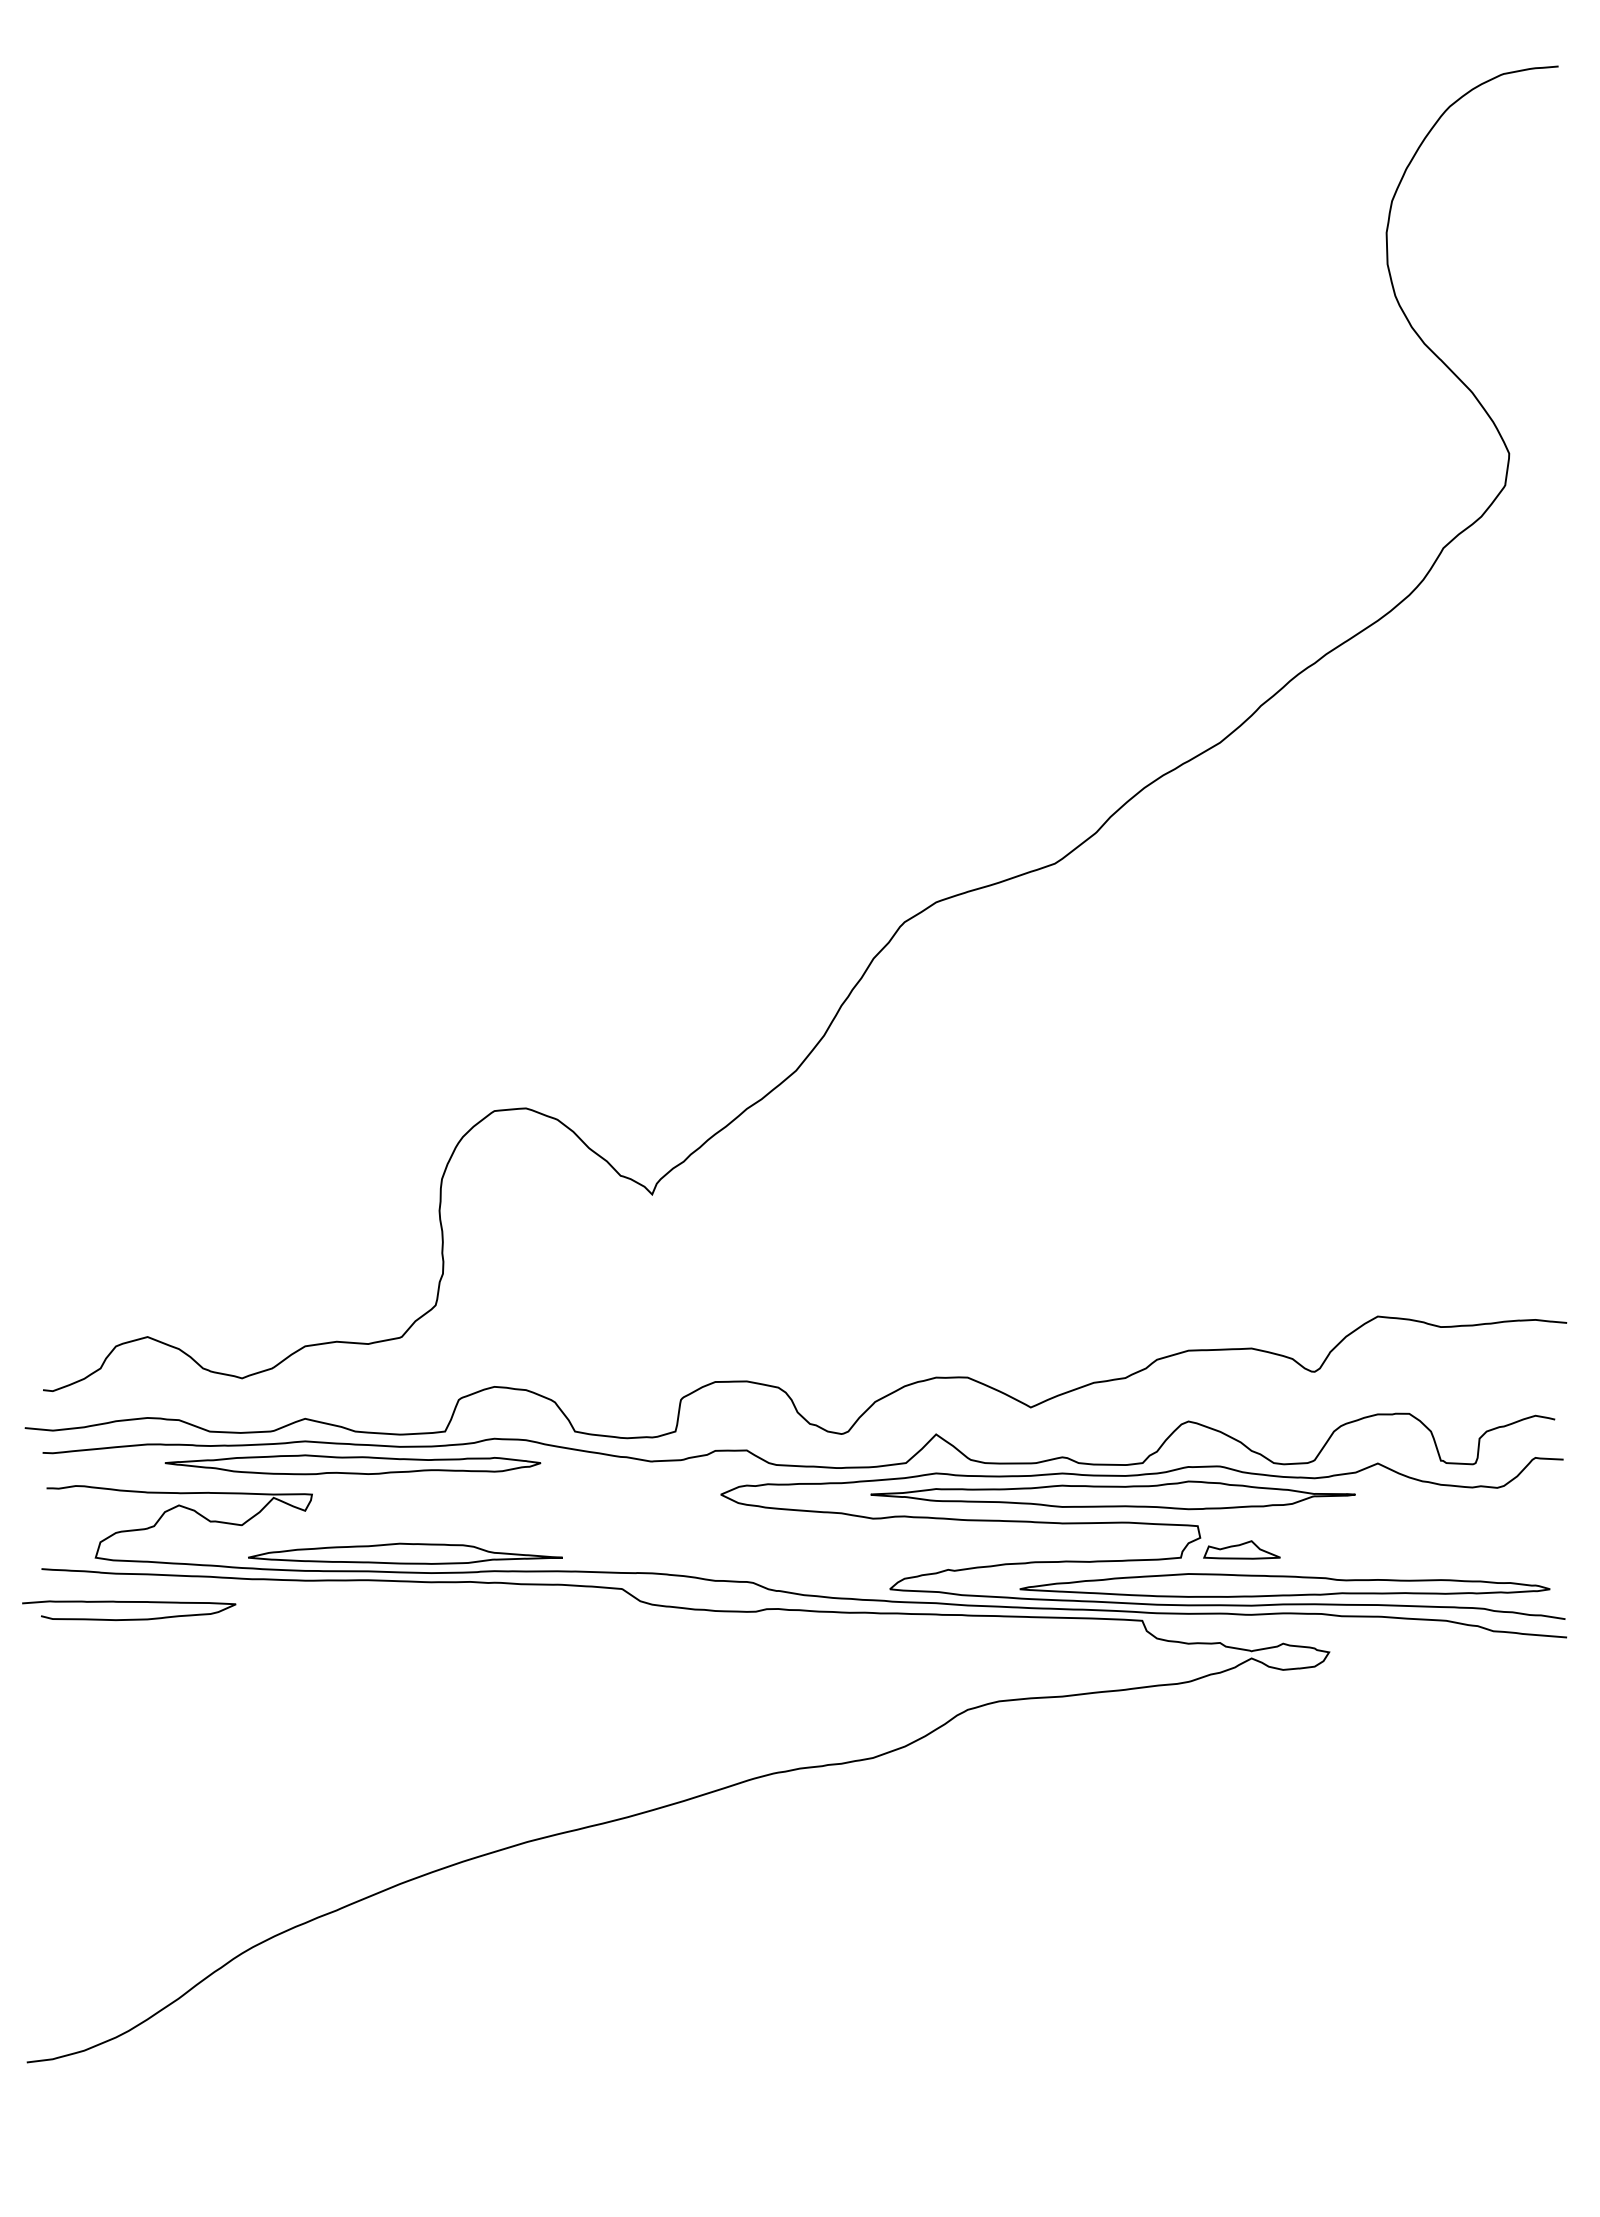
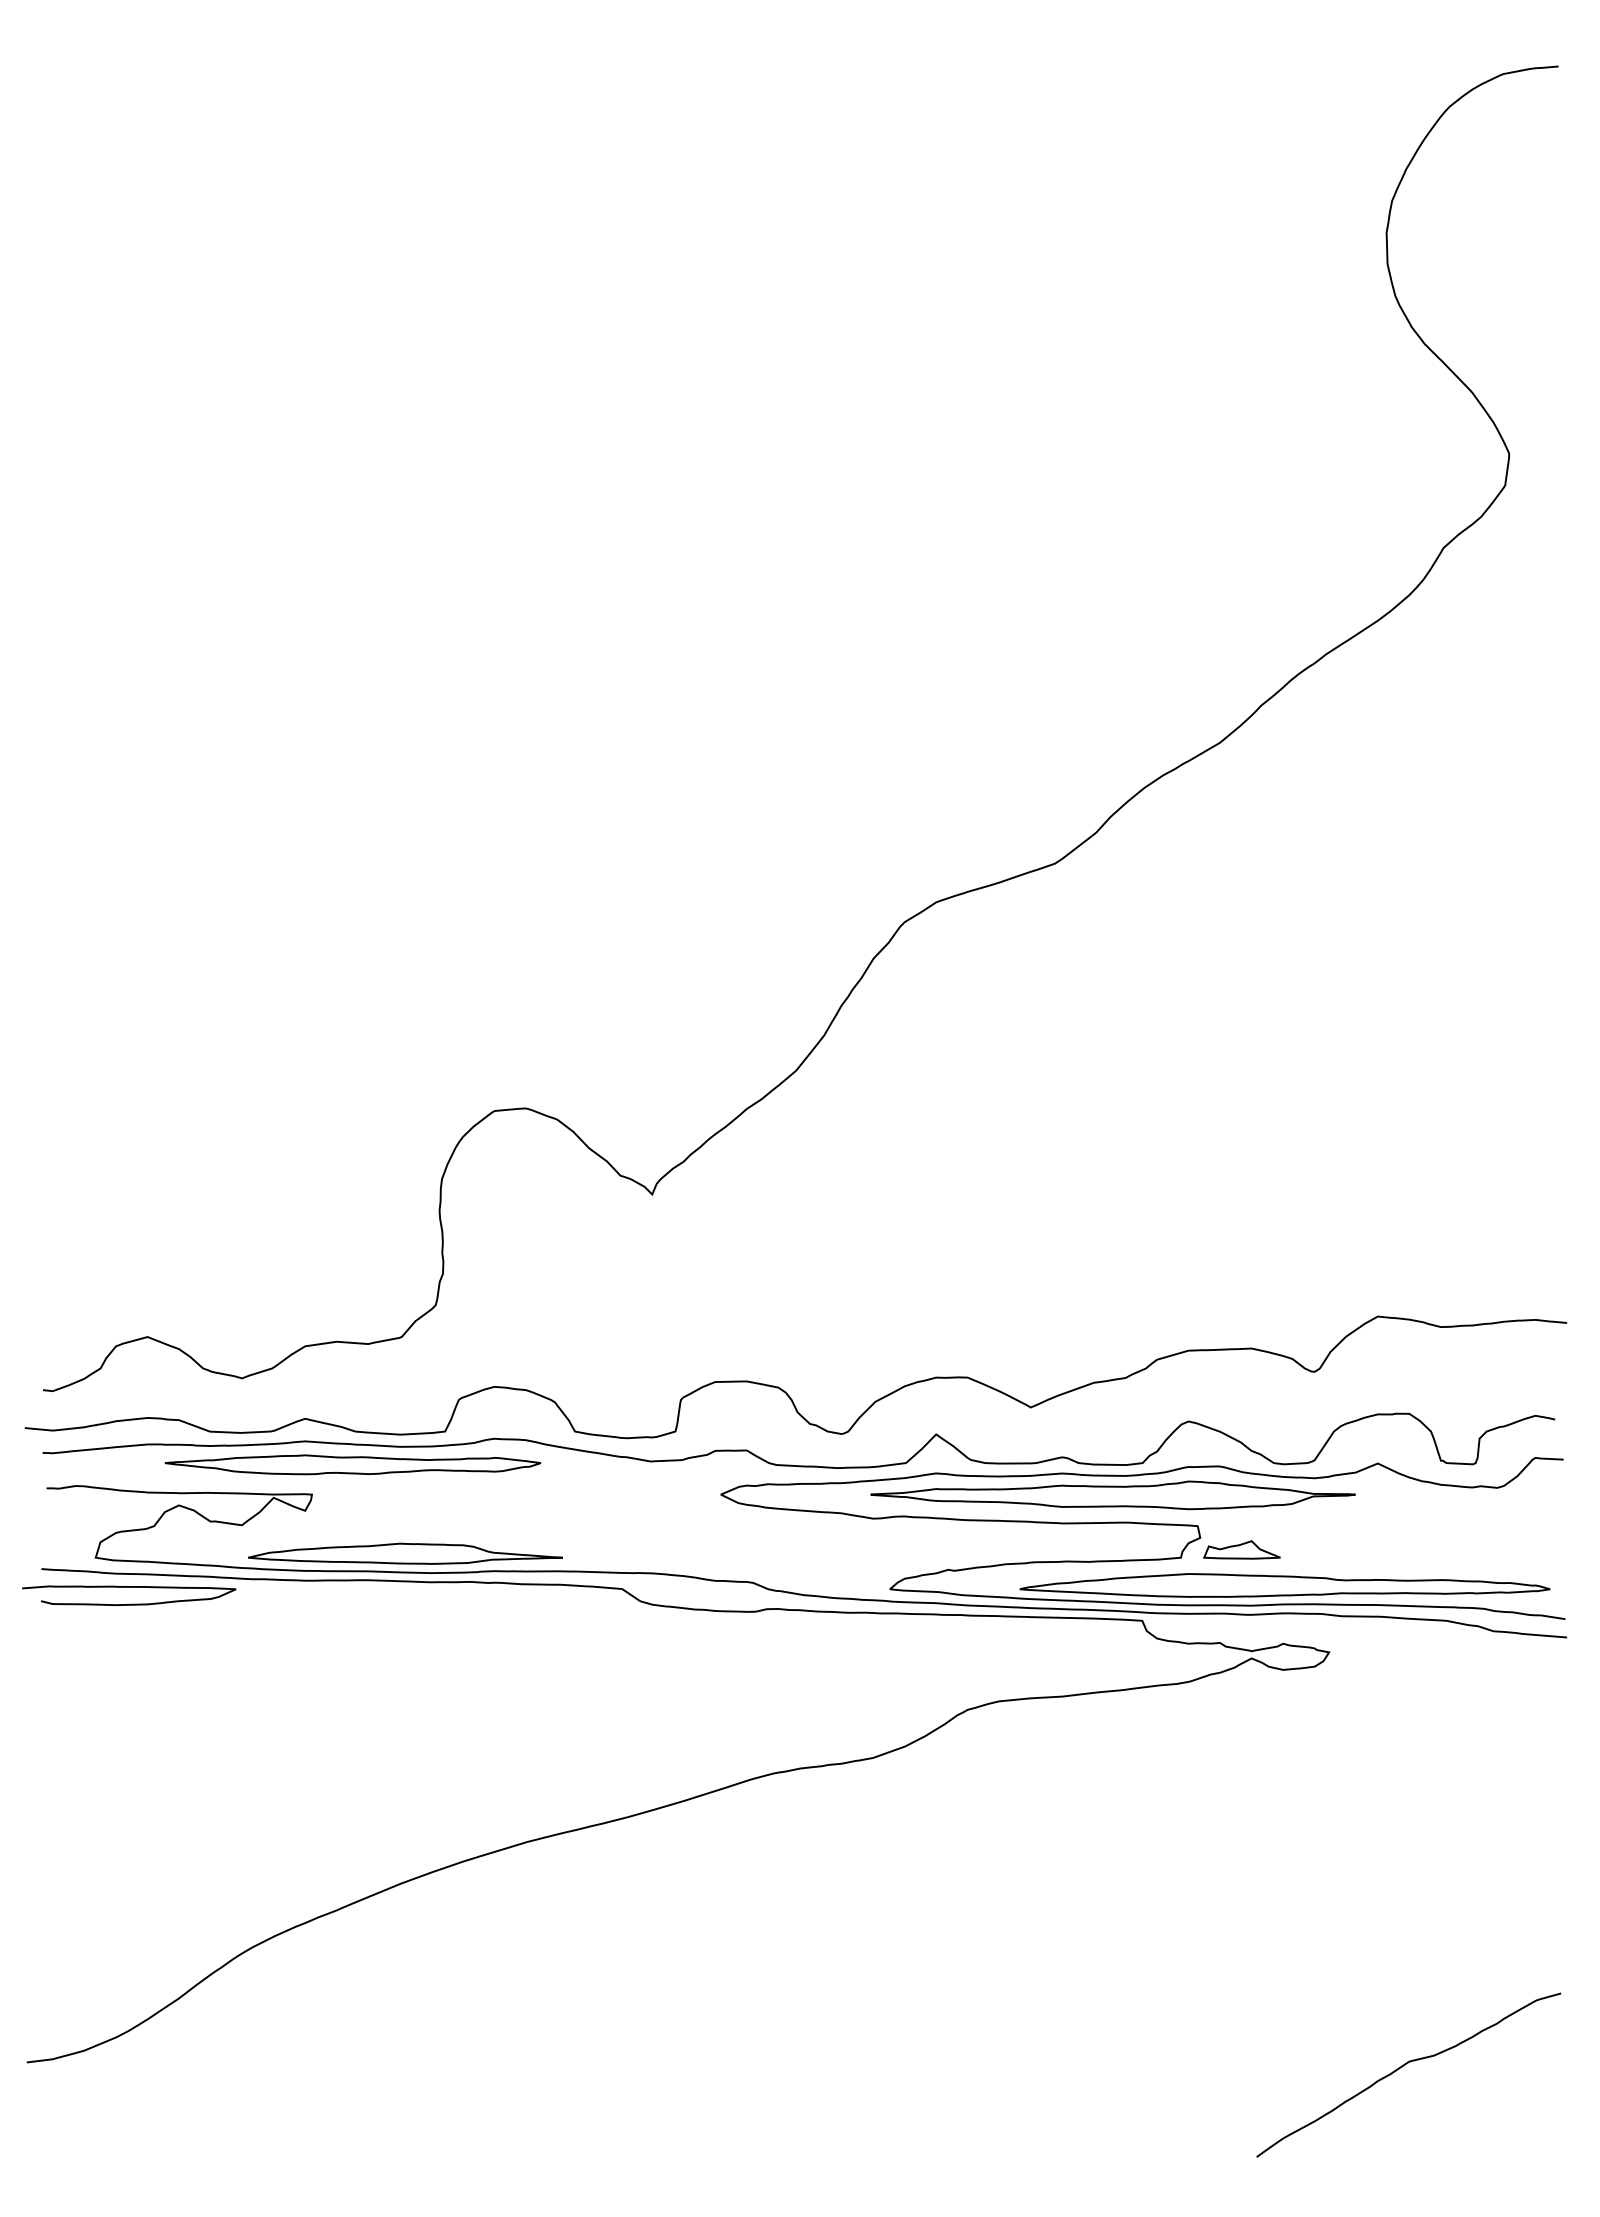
curve at (129, 1602) position: (129, 1602) -> (129, 1587)
curve at (1402, 2067): none -> present
